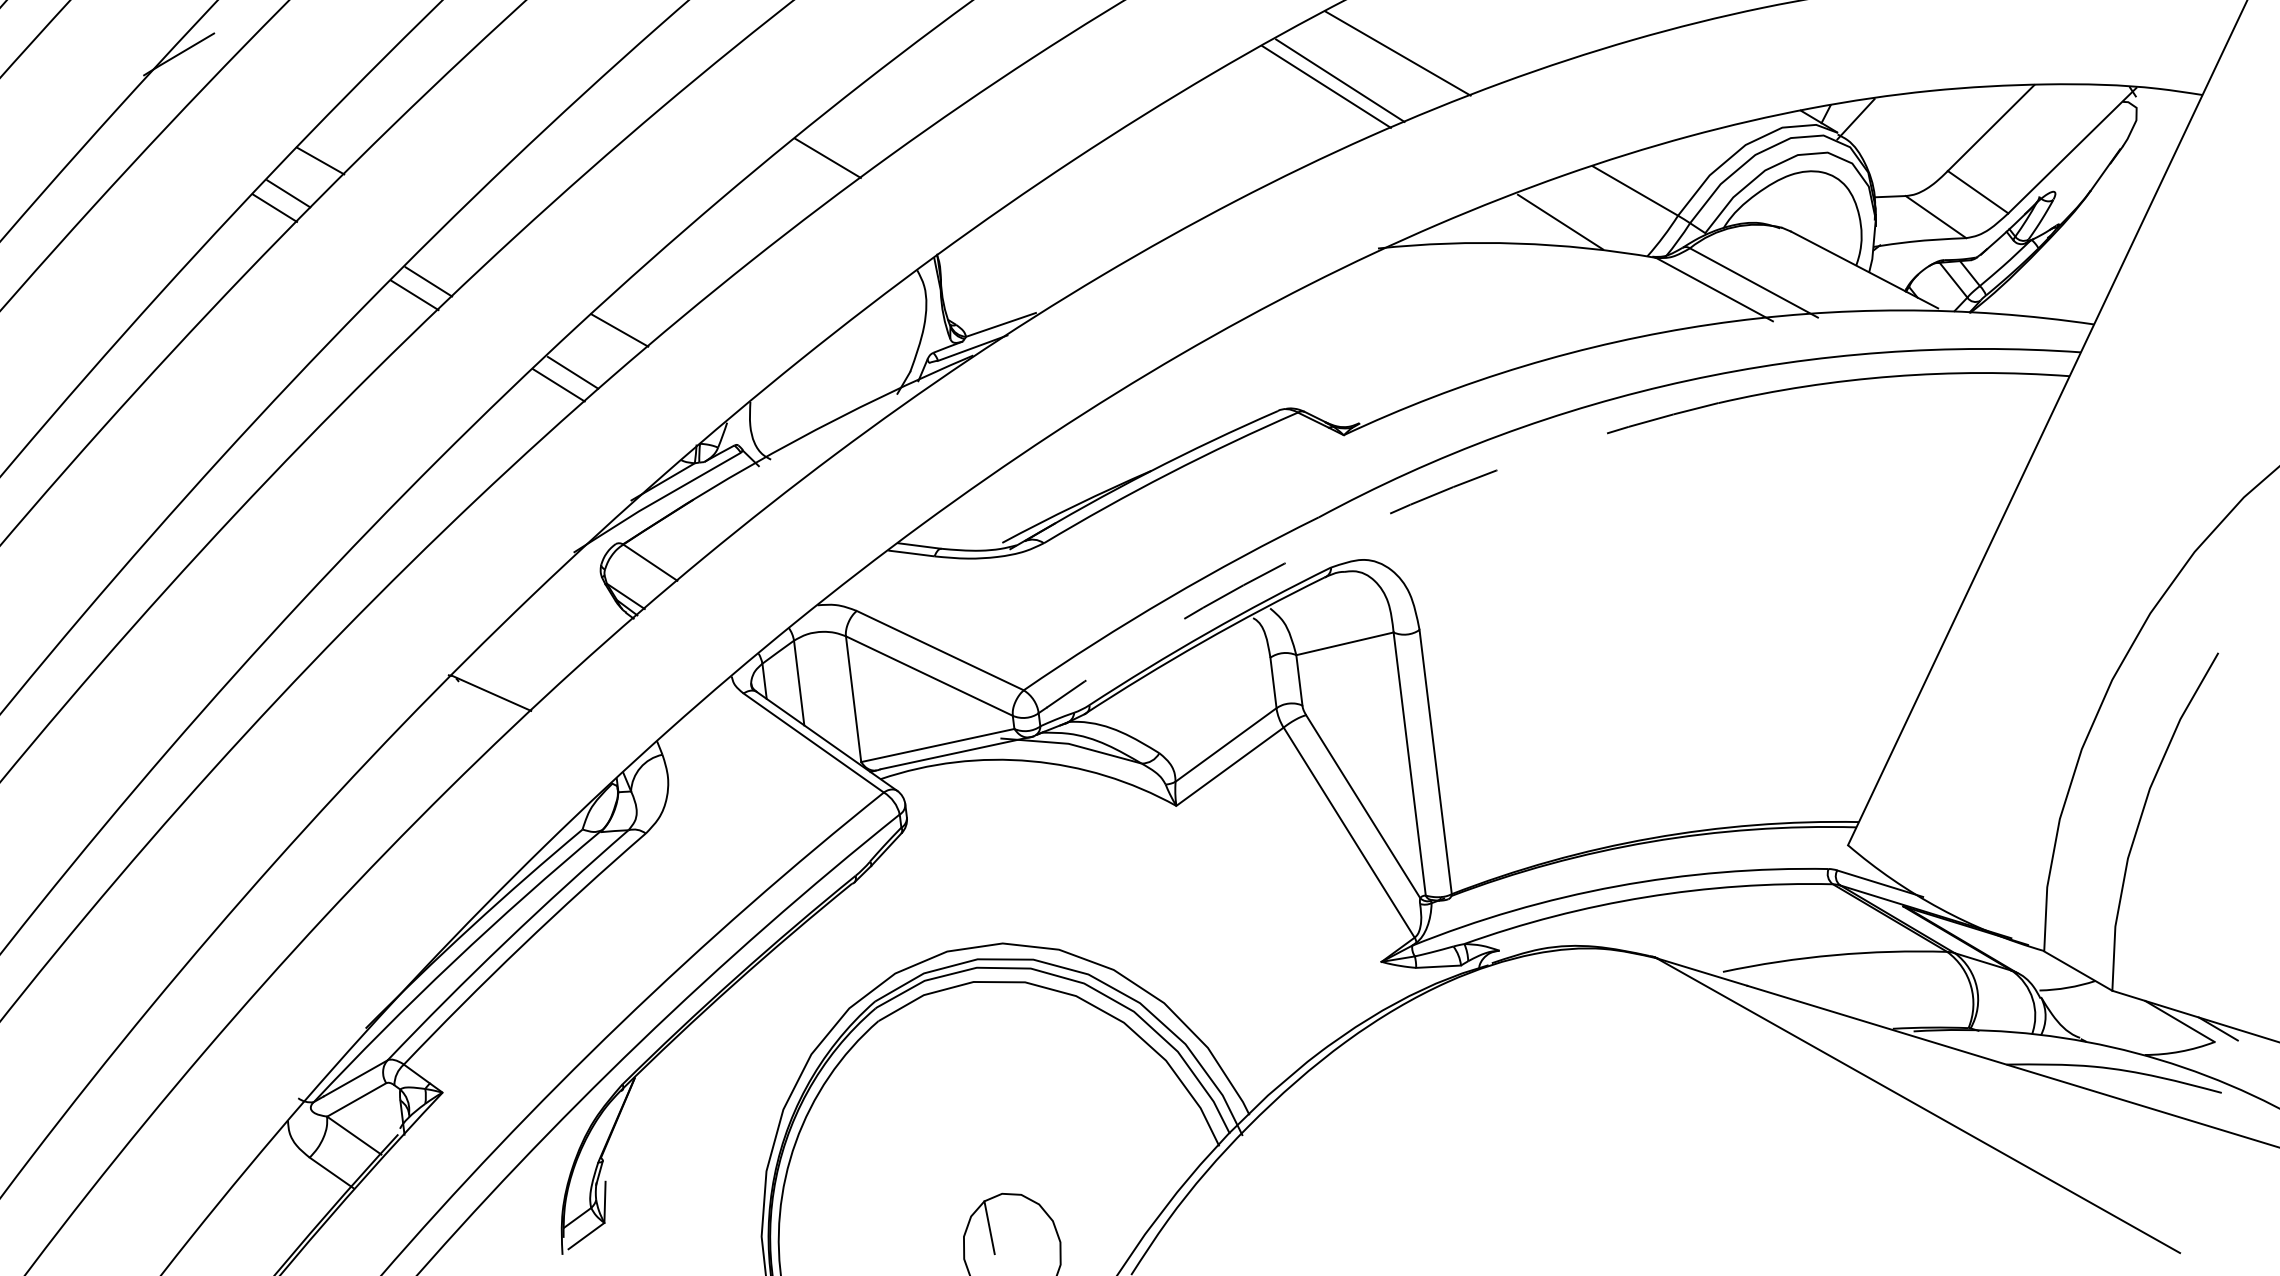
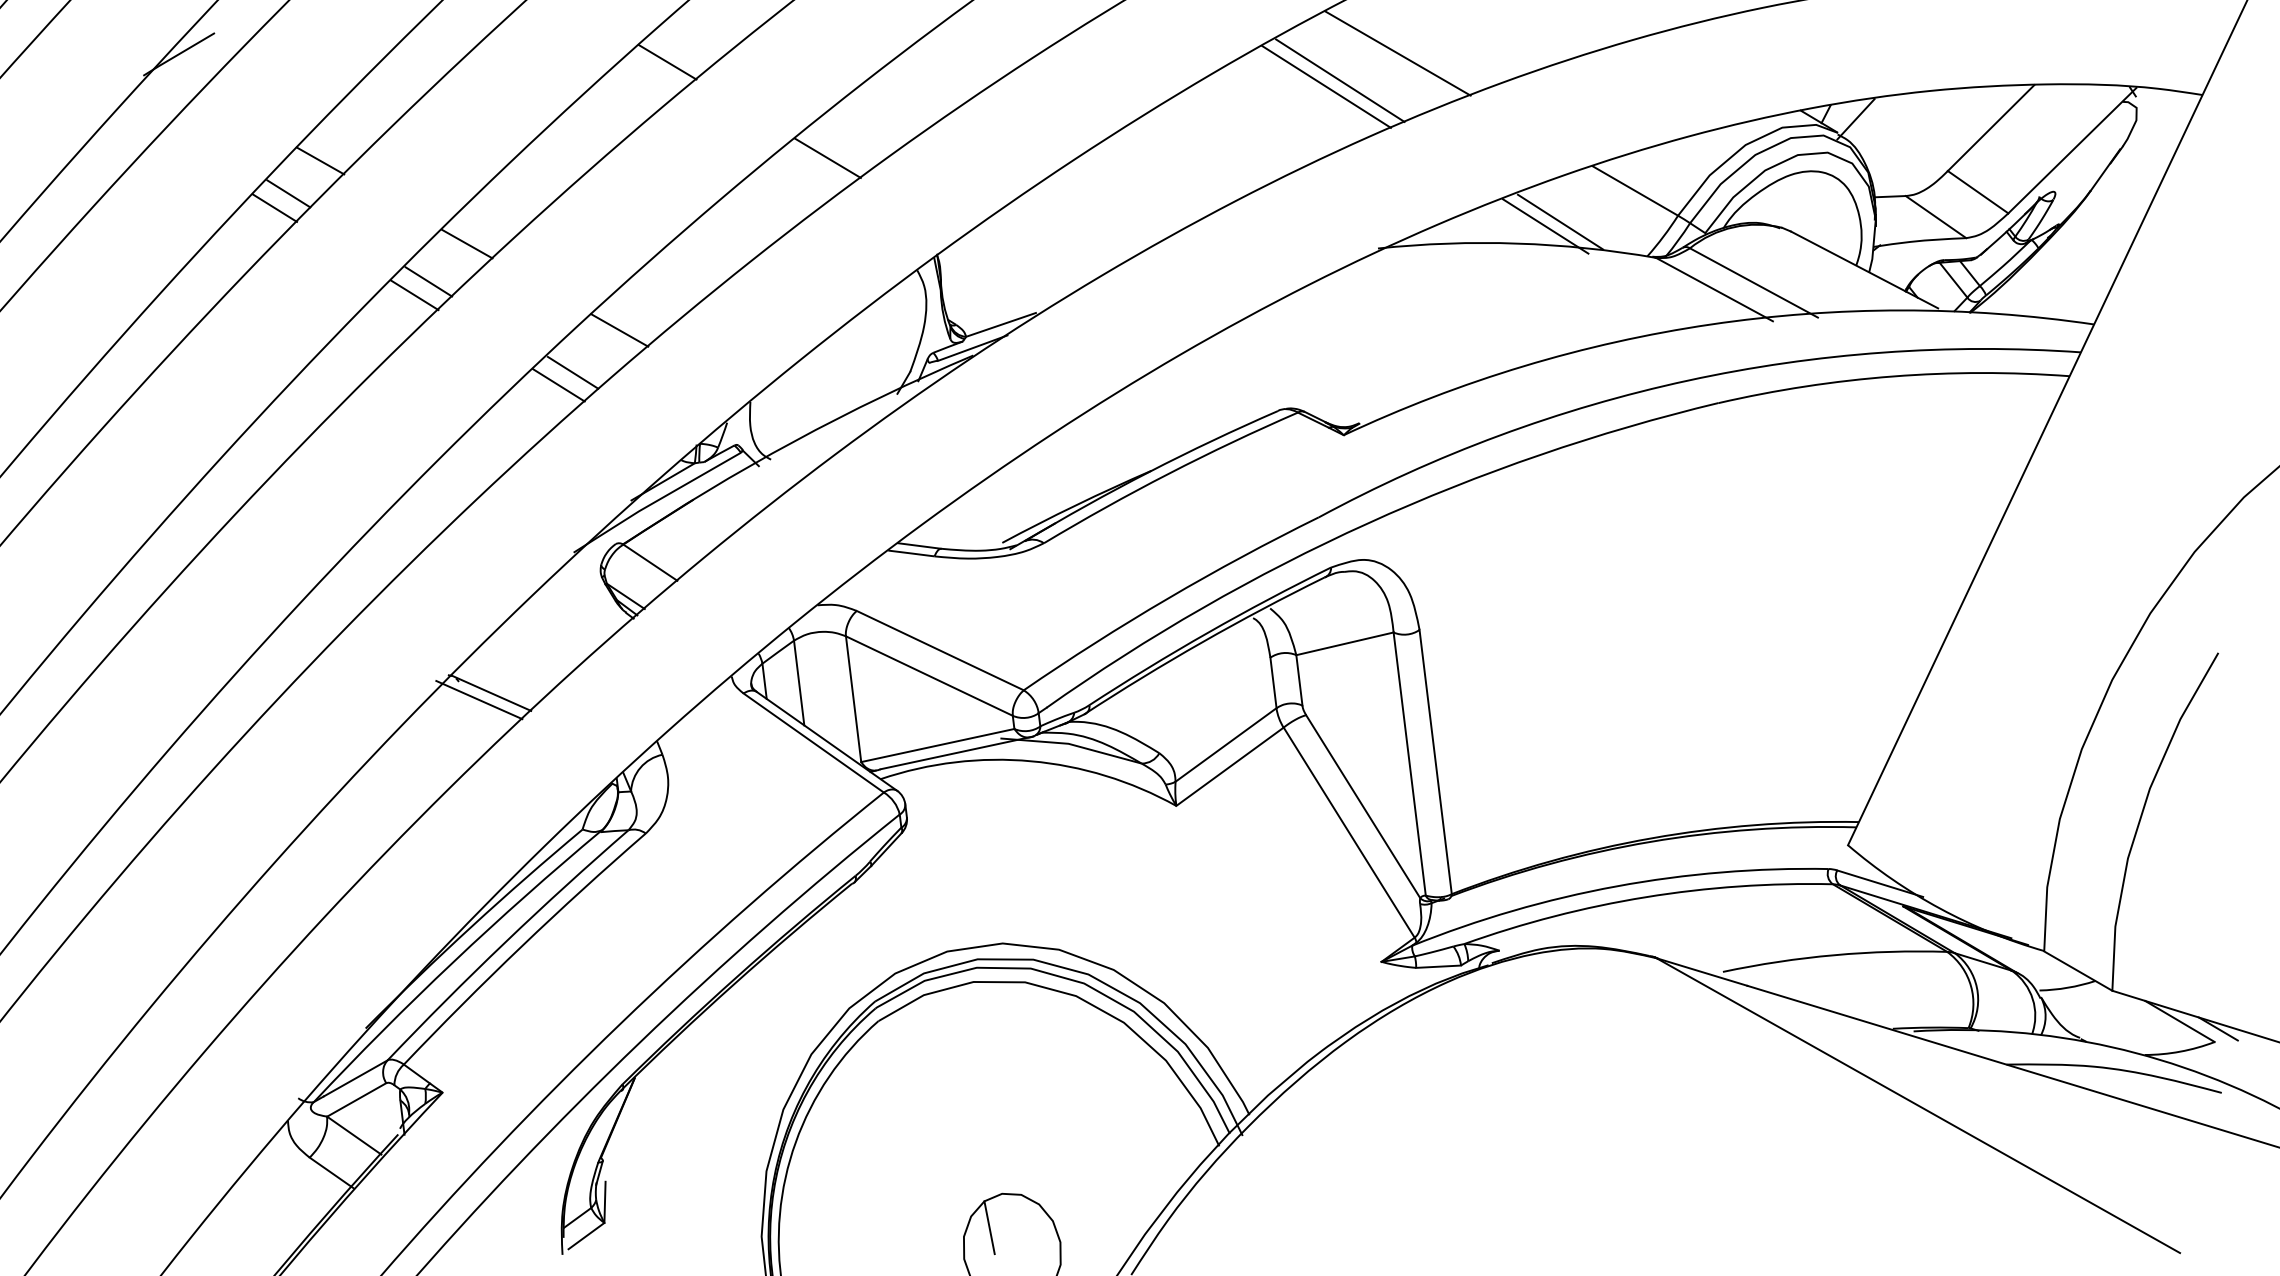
line at (667, 61): none -> present
line at (1545, 226): none -> present
line at (467, 243): none -> present
arc at (1368, 523): dashed -> solid
line at (479, 699): none -> present
